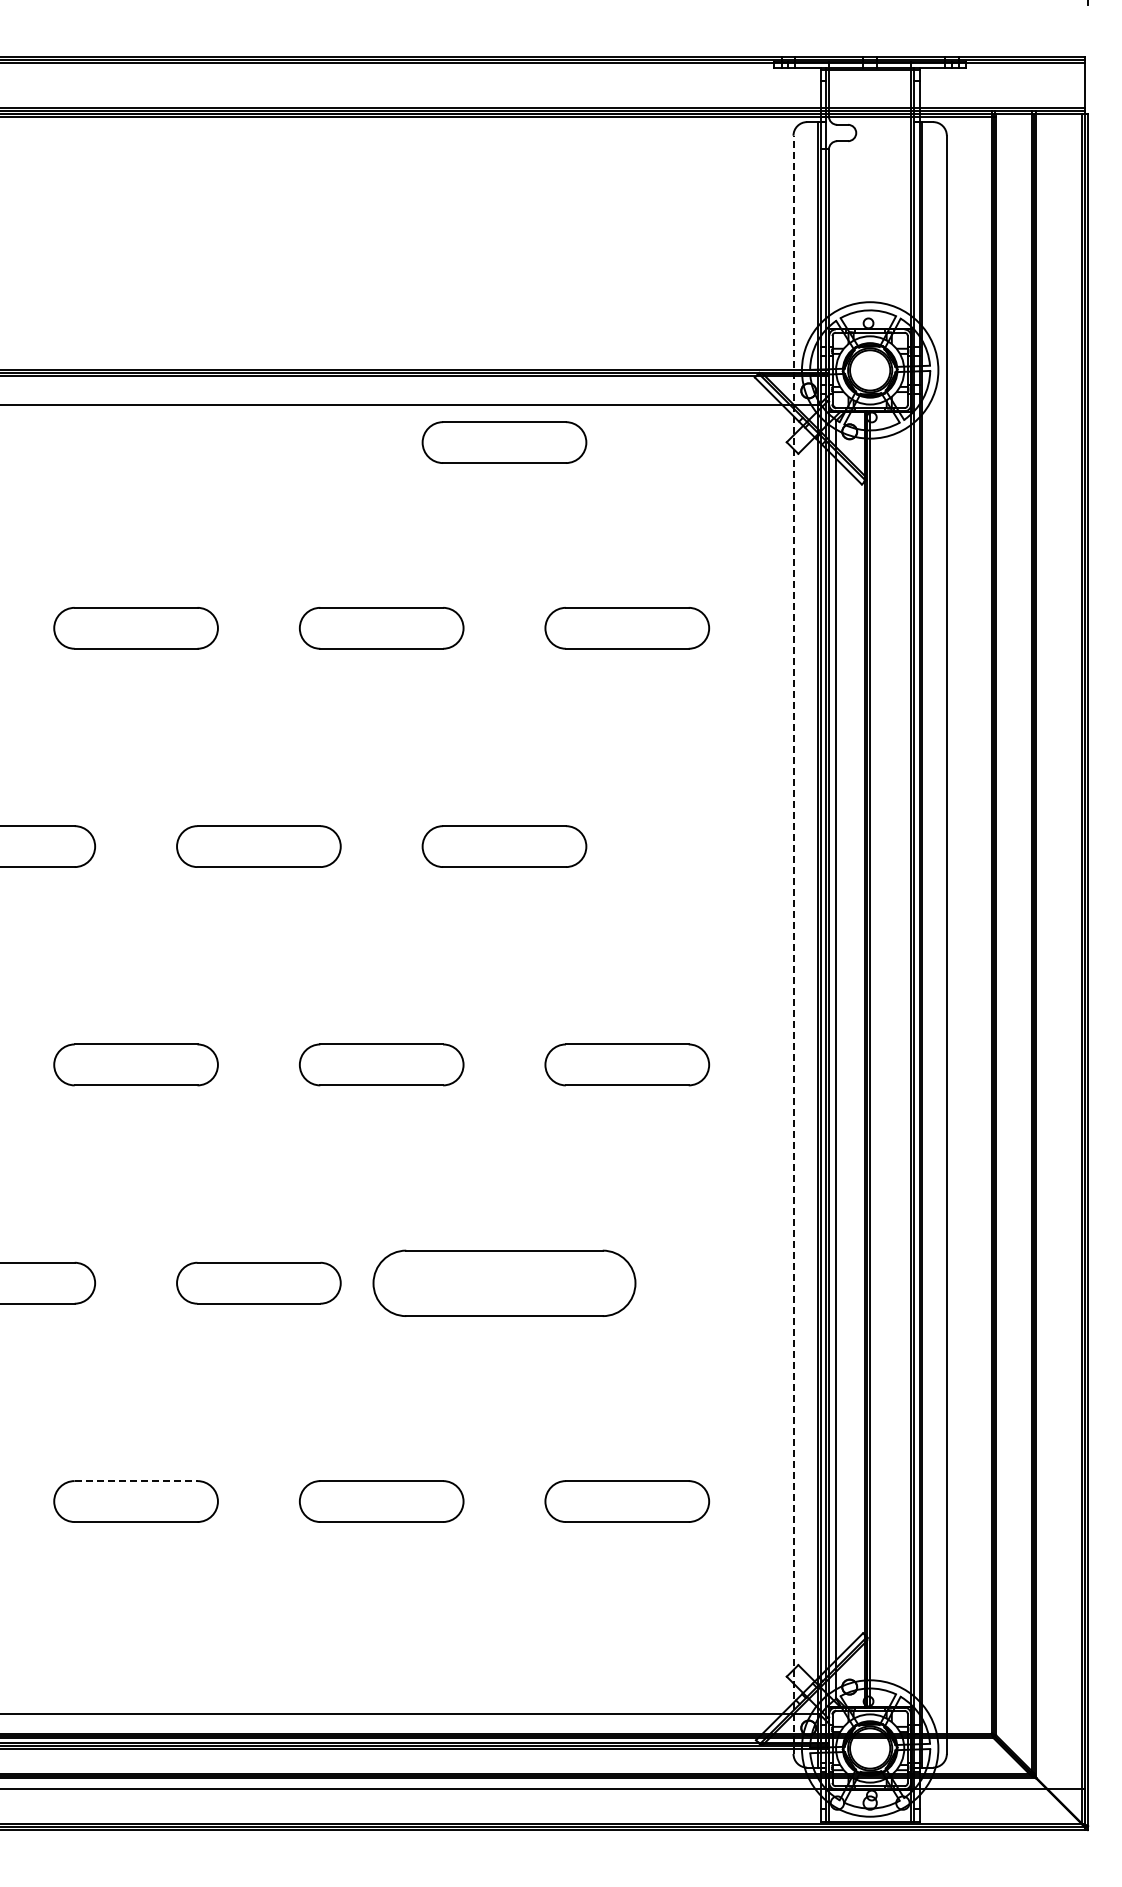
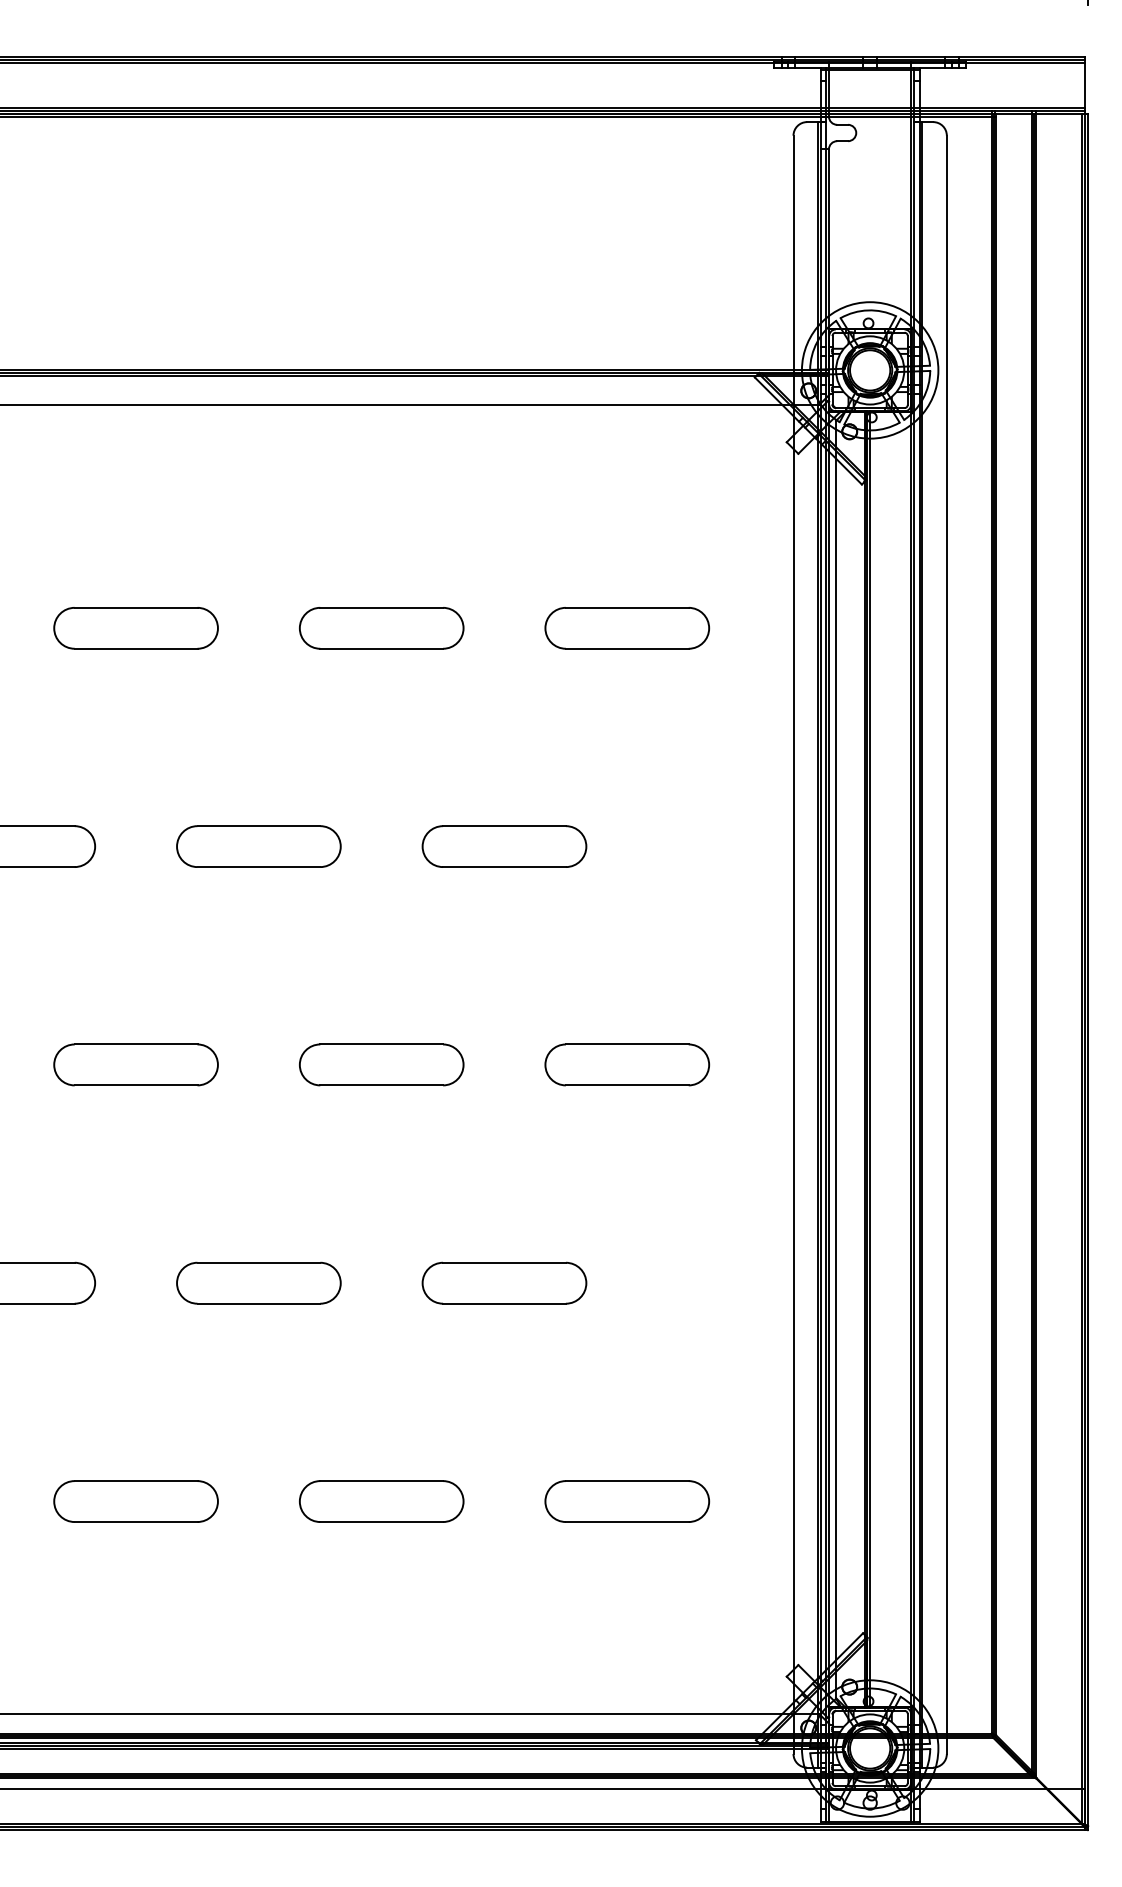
part at (504, 442): present -> none
line at (793, 944): dashed -> solid
part at (504, 1282) size: 265x68 px -> 167x44 px
line at (136, 1481): dashed -> solid
